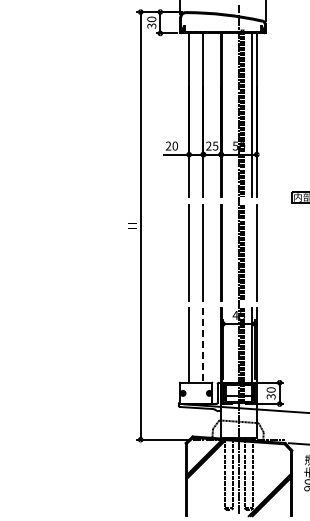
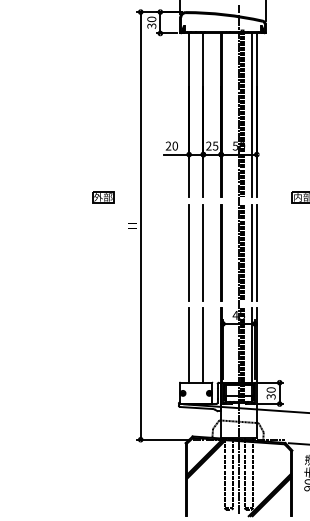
part at (103, 197): none -> present
line at (251, 252): none -> present
line at (203, 345): dashed -> solid
